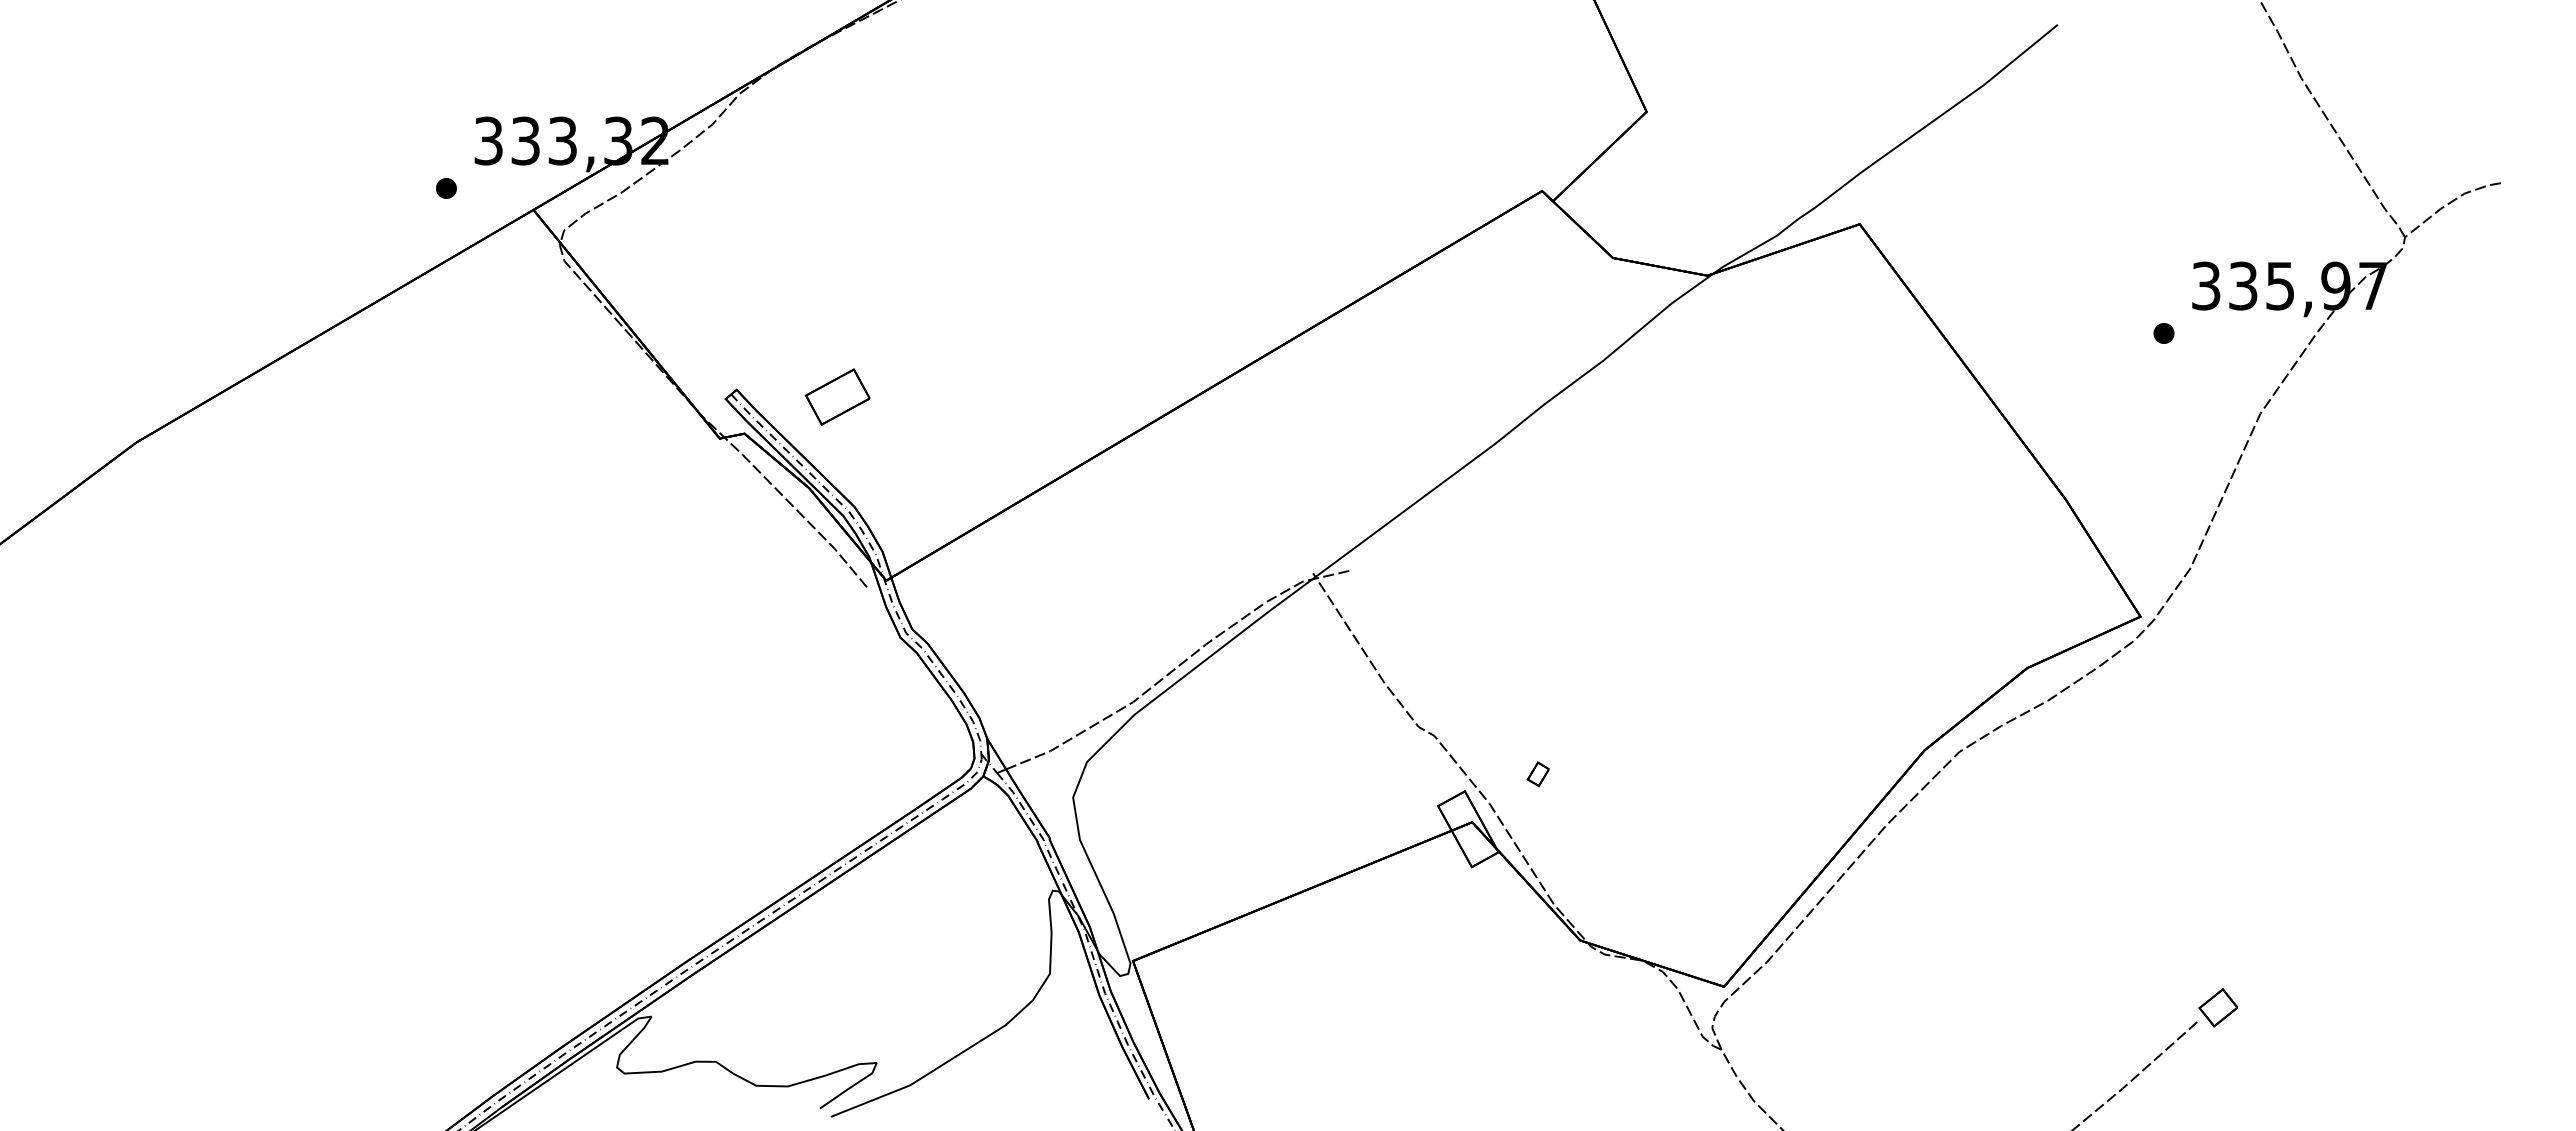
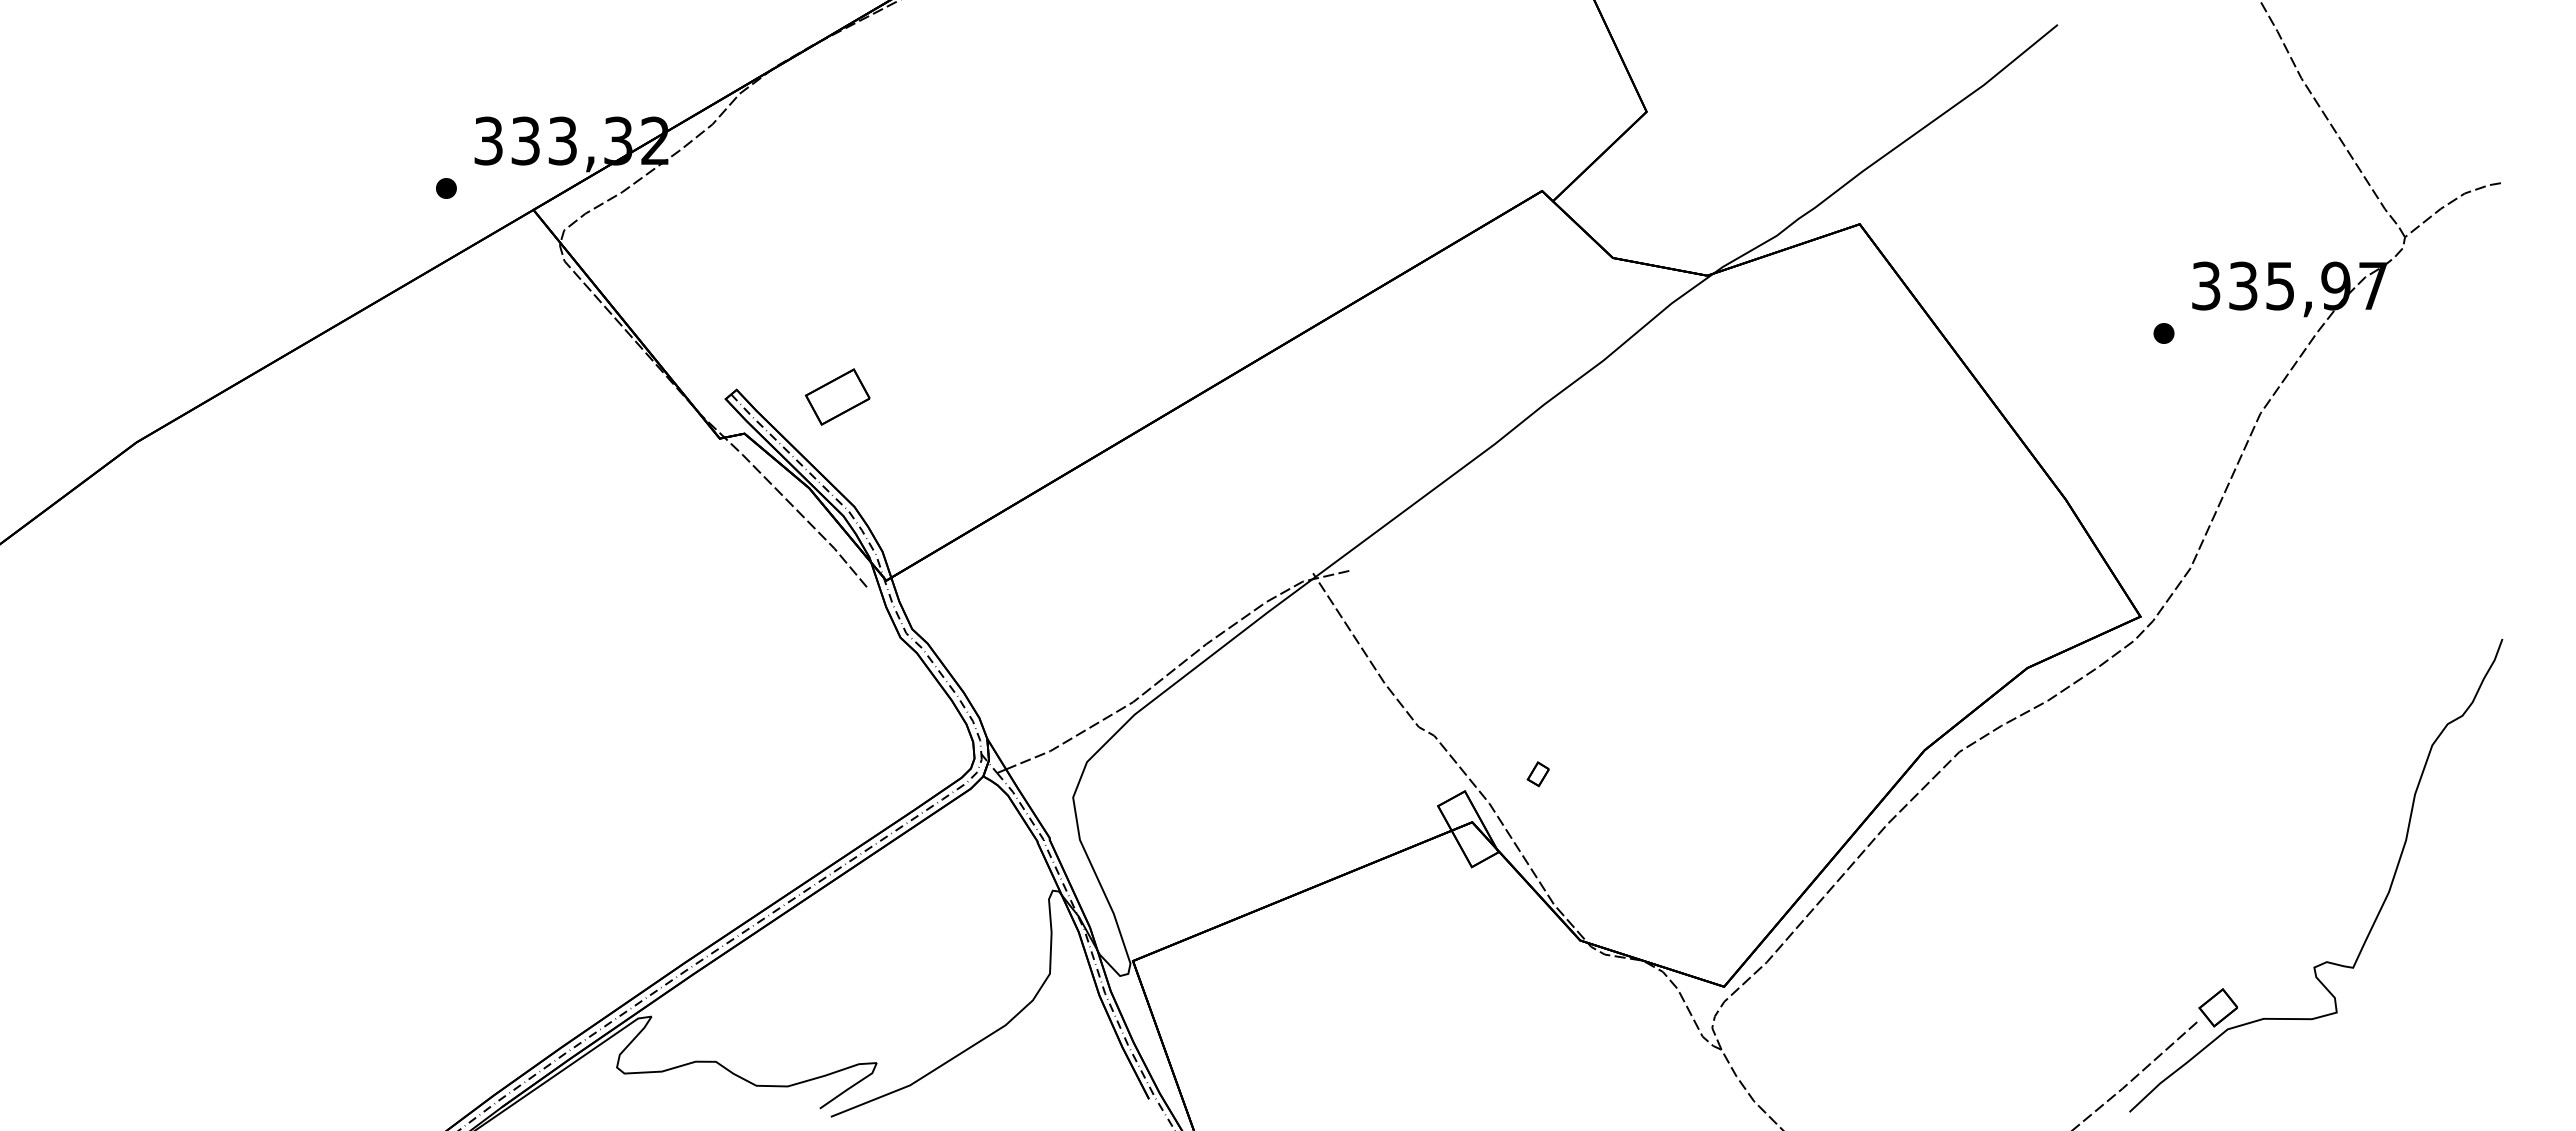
curve at (2380, 907): none -> present
